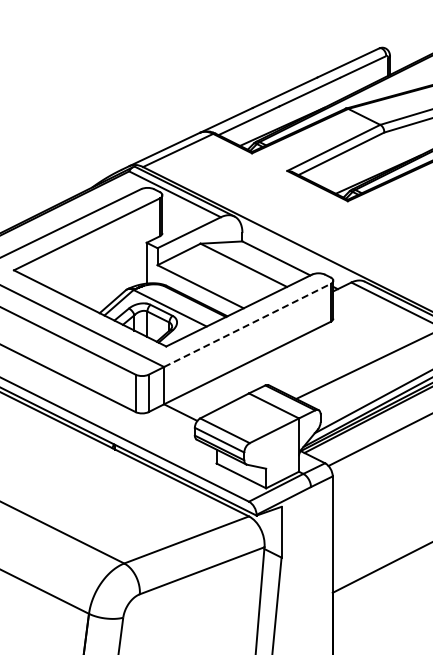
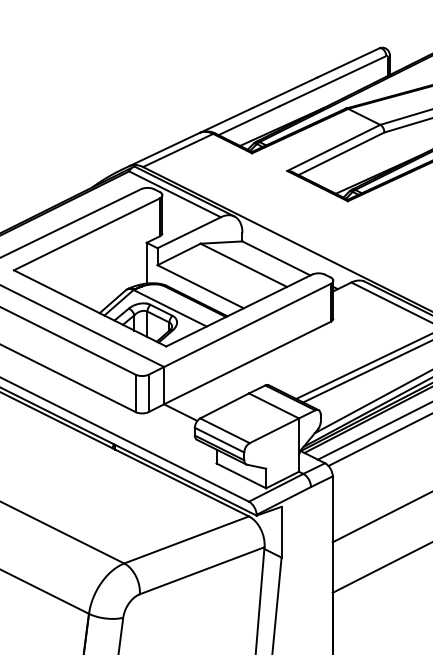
line at (247, 325): dashed -> solid
line at (366, 371): none -> present
line at (373, 431): none -> present
line at (380, 517): none -> present
